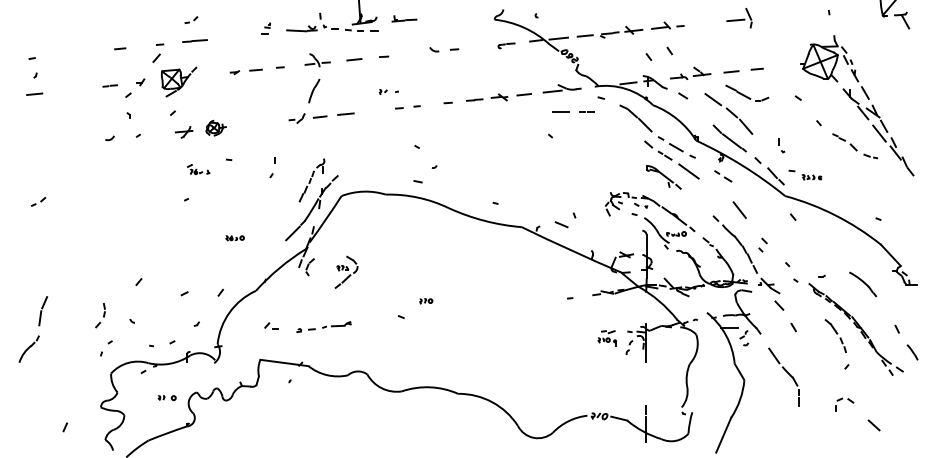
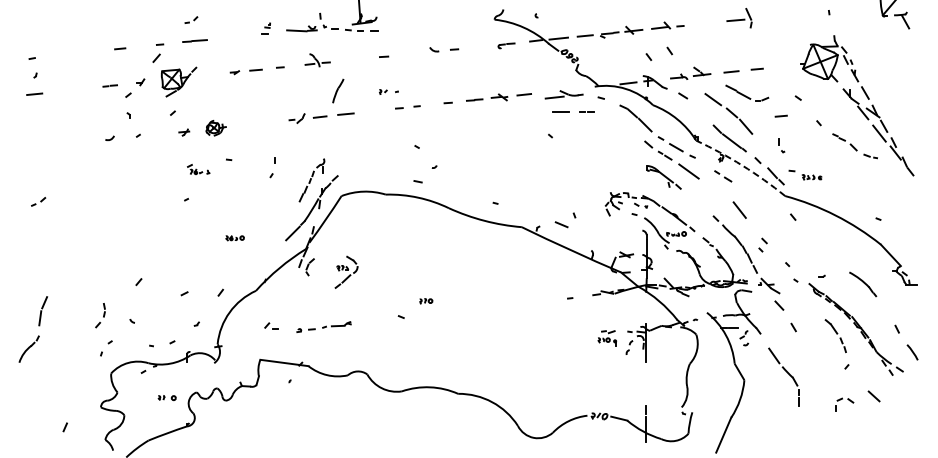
part at (404, 18): present -> none
line at (354, 59): present -> none
part at (561, 88) position: (561, 88) -> (563, 94)
part at (314, 90) position: (314, 90) -> (338, 90)
line at (780, 115): none -> present
part at (184, 132) size: 19x13 px -> 13x9 px
arc at (742, 165): solid -> dashed
line at (873, 425) position: (873, 425) -> (873, 396)
